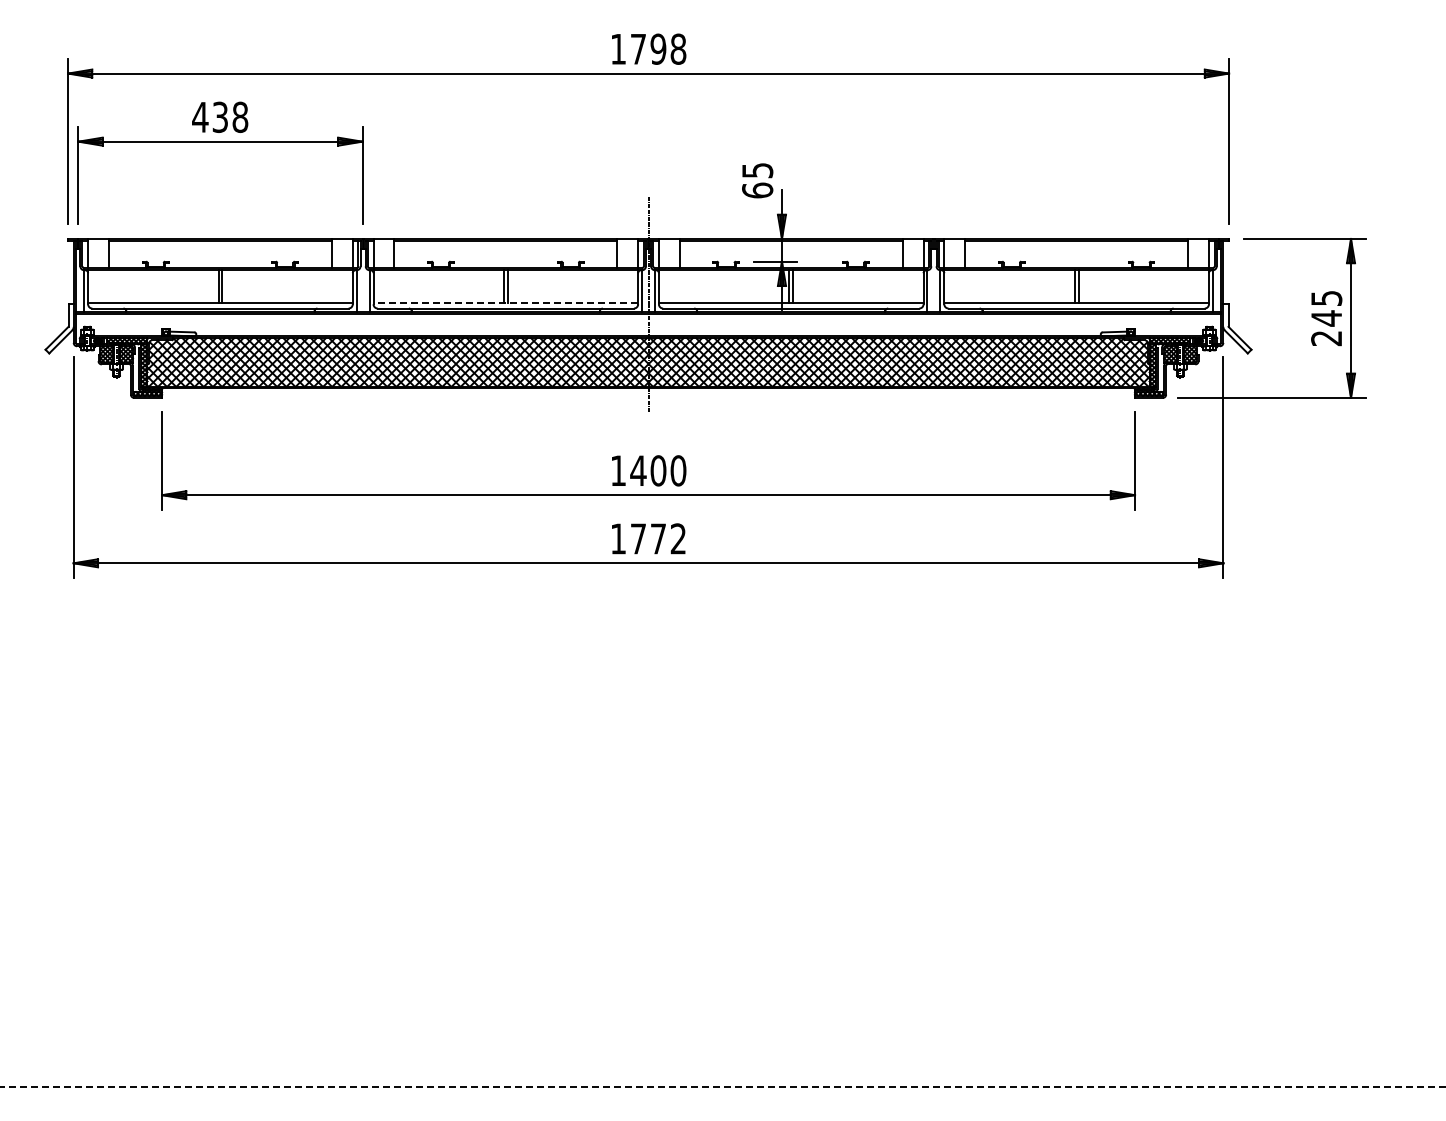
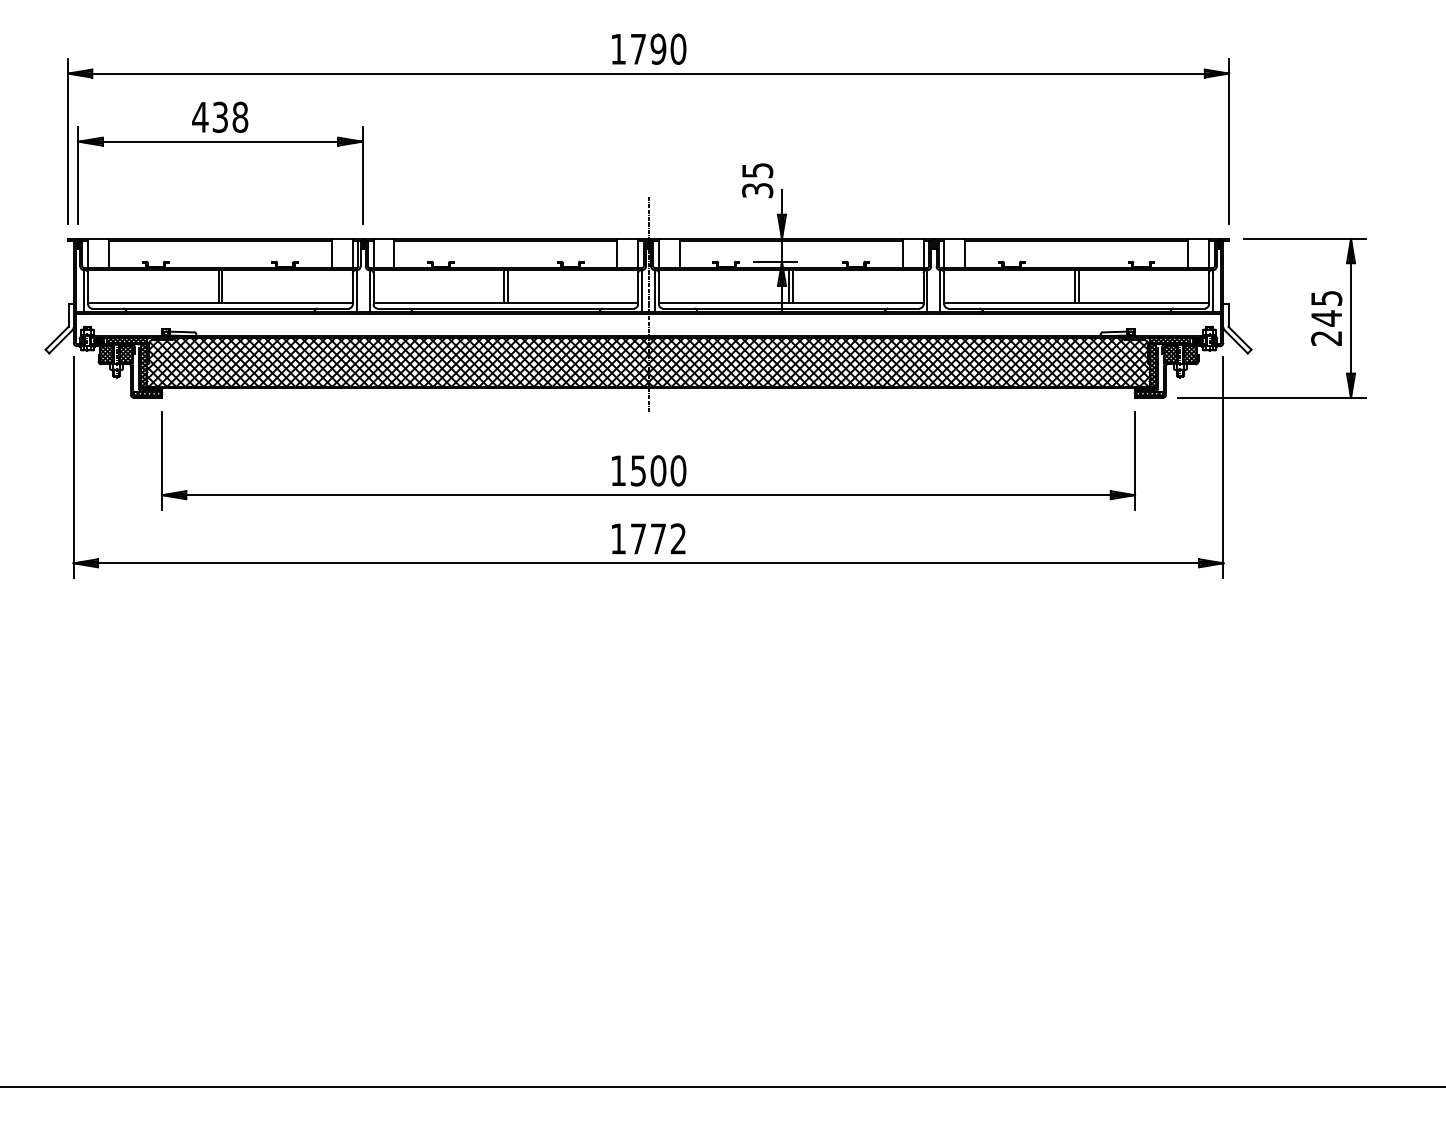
text at (678, 48): 1798 -> 1790
text at (757, 190): 65 -> 35
line at (505, 302): dashed -> solid
text at (638, 470): 1400 -> 1500
line at (723, 1087): dashed -> solid
